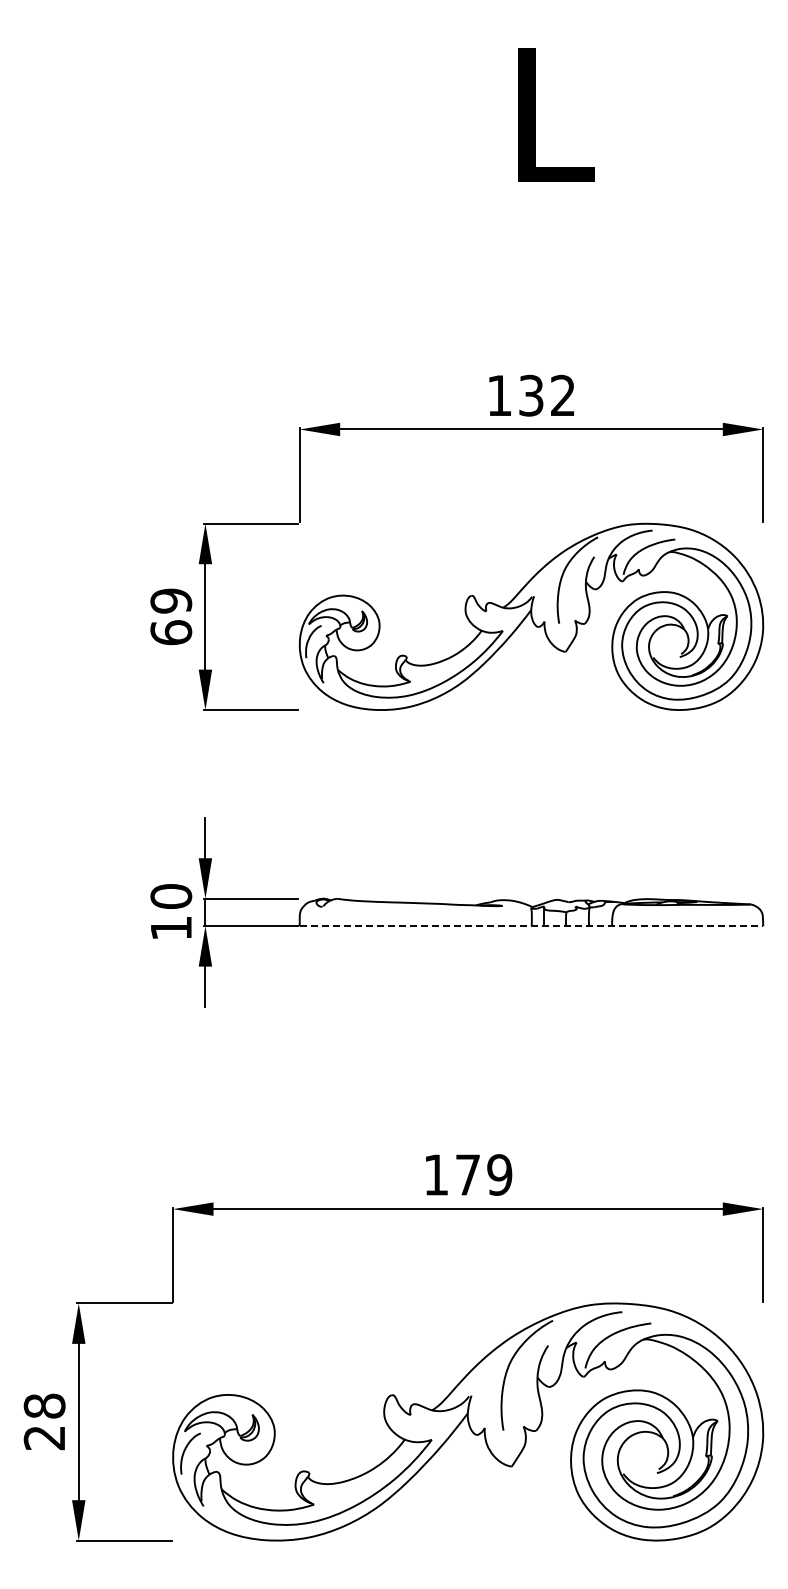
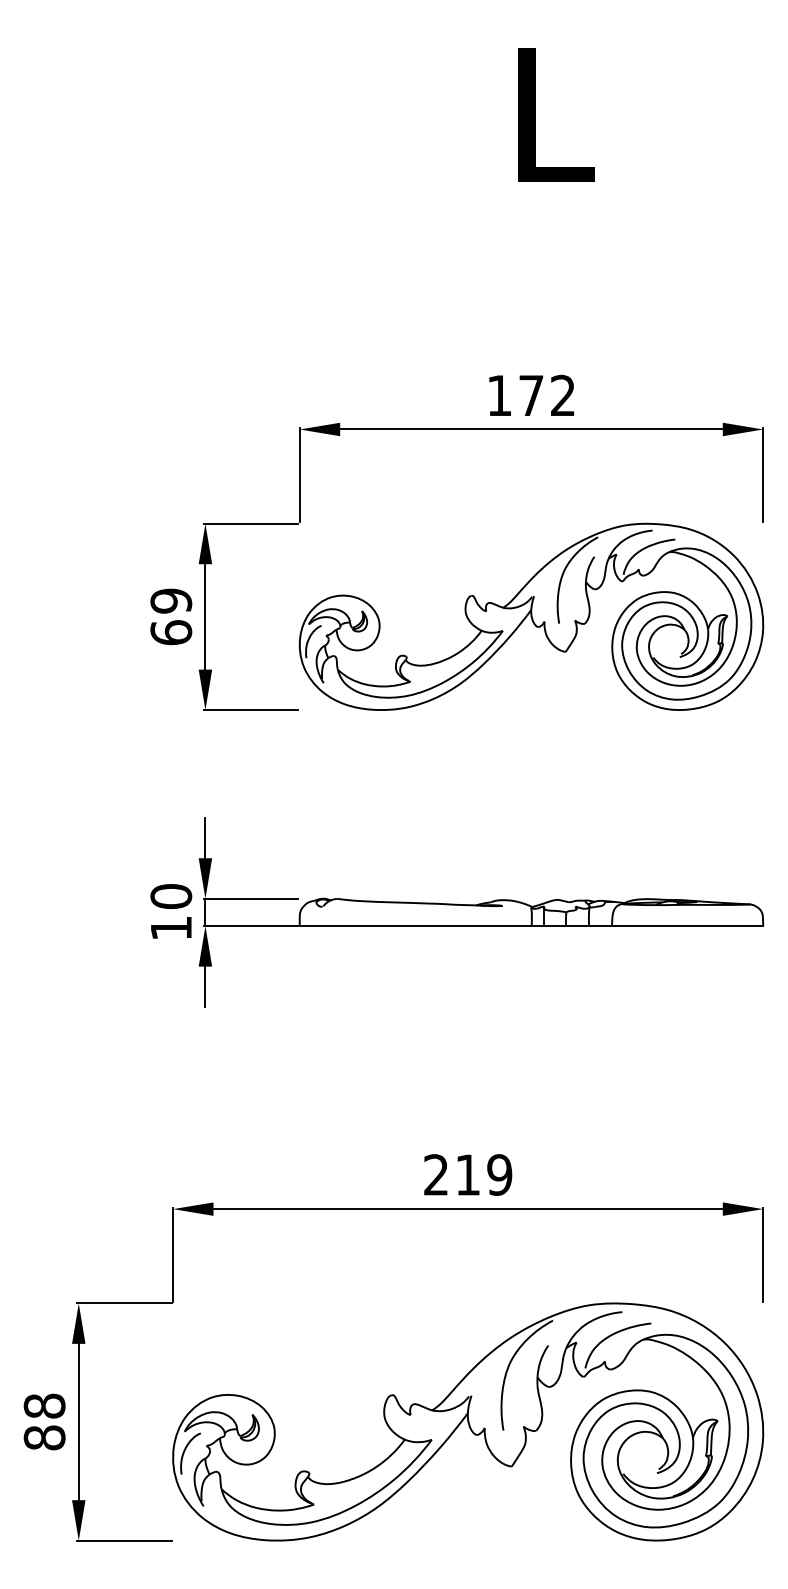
text at (531, 395): 132 -> 172
line at (531, 926): dashed -> solid
text at (451, 1174): 179 -> 219
text at (44, 1437): 28 -> 88
